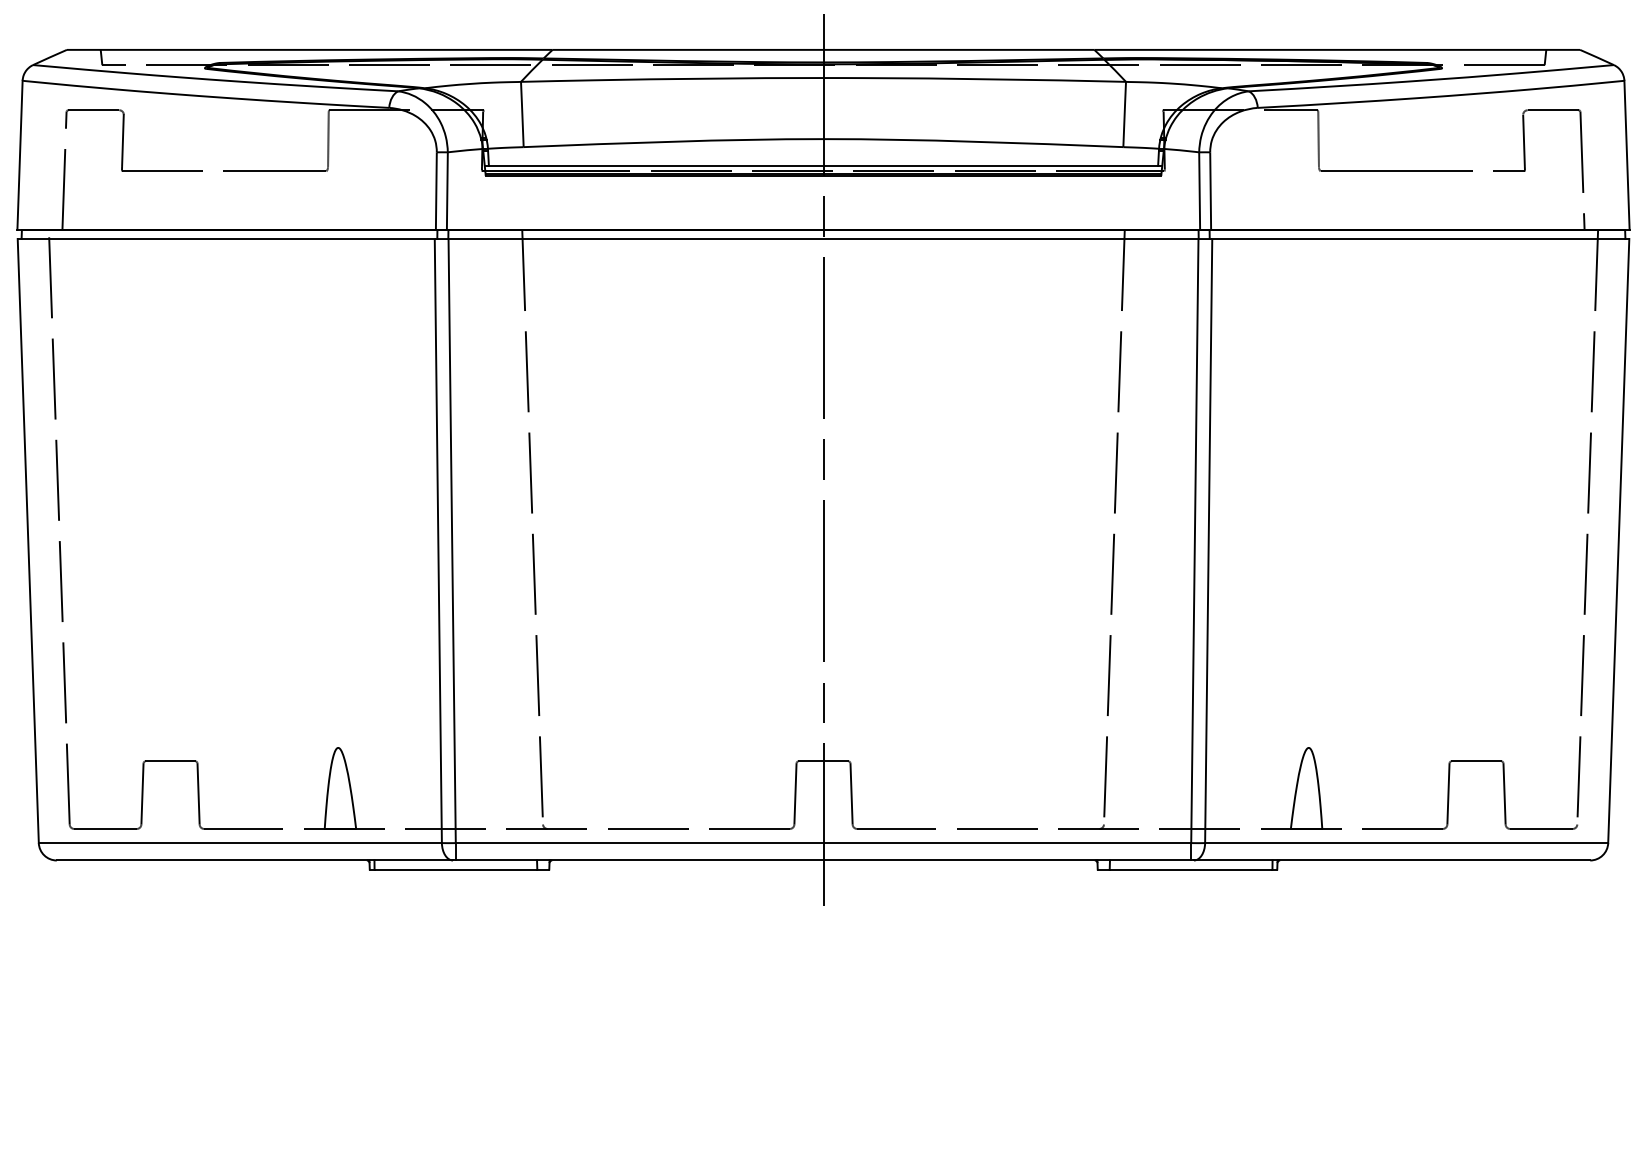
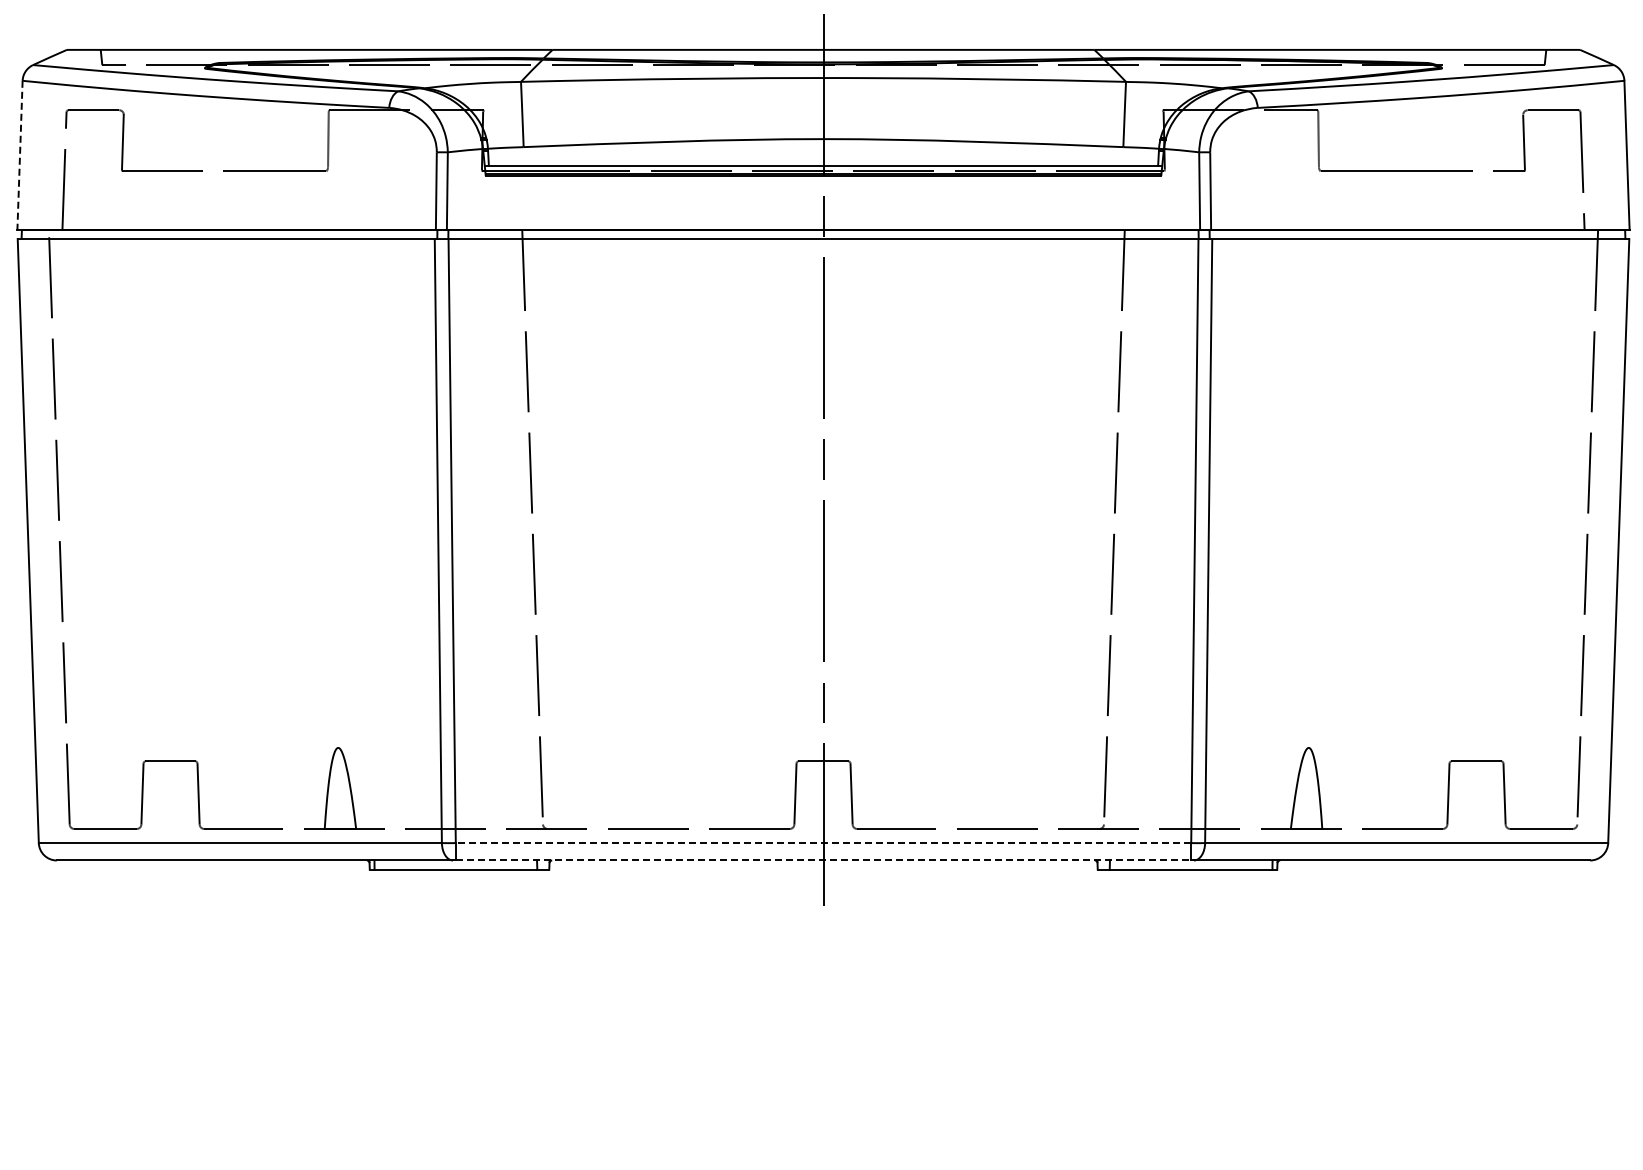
line at (20, 155): solid -> dashed
line at (823, 843): solid -> dashed
line at (823, 860): solid -> dashed
